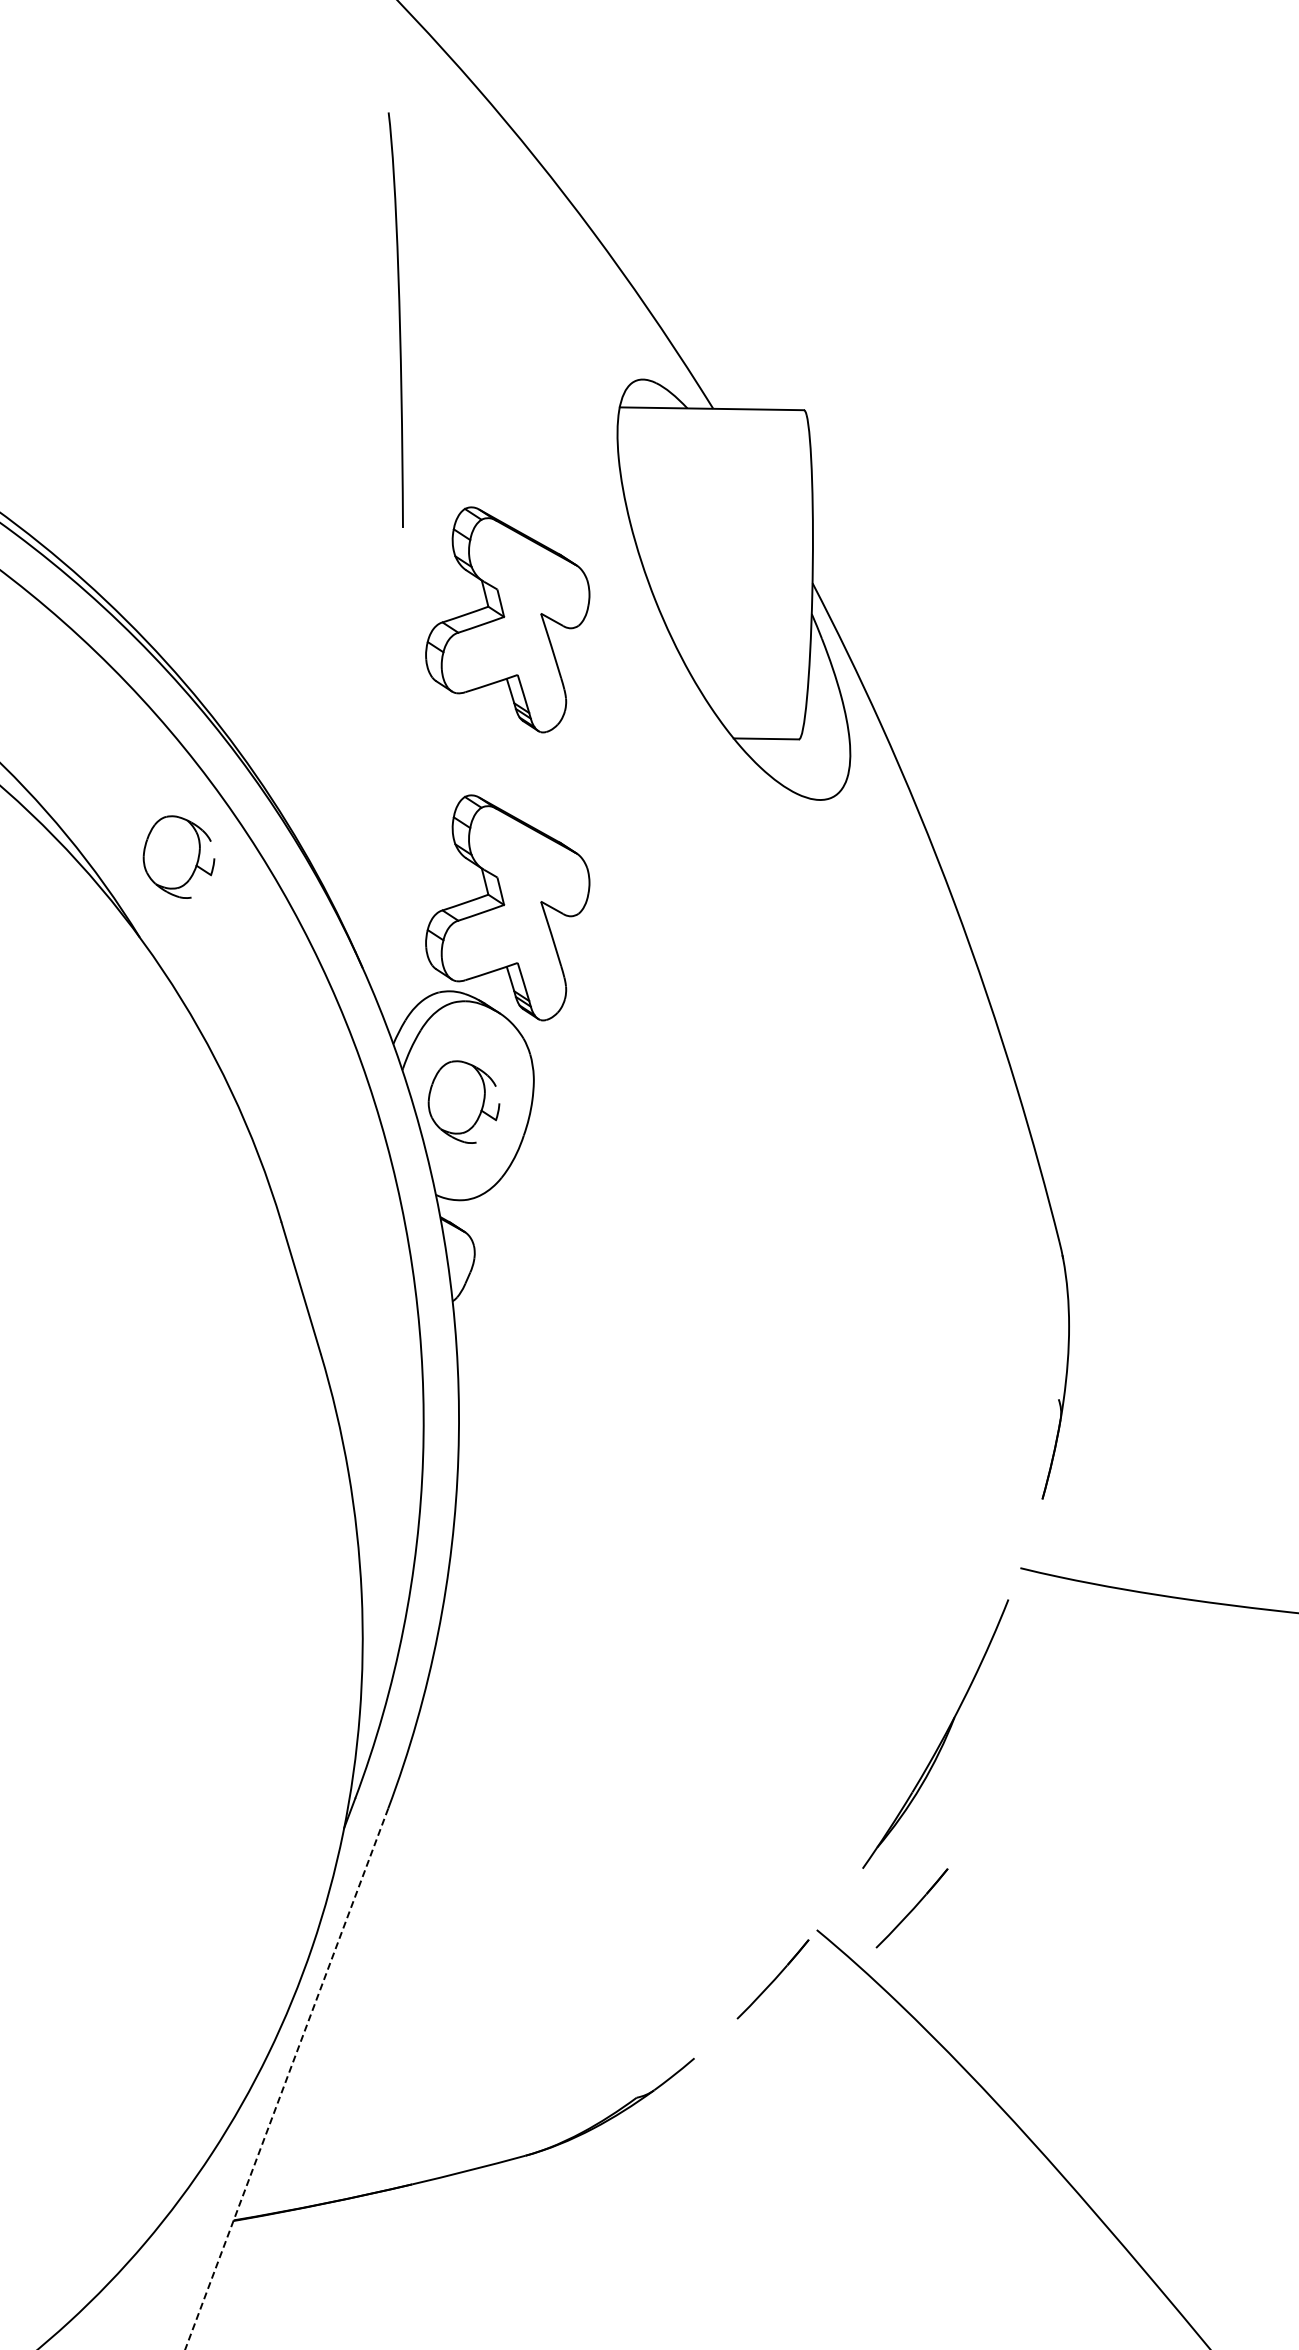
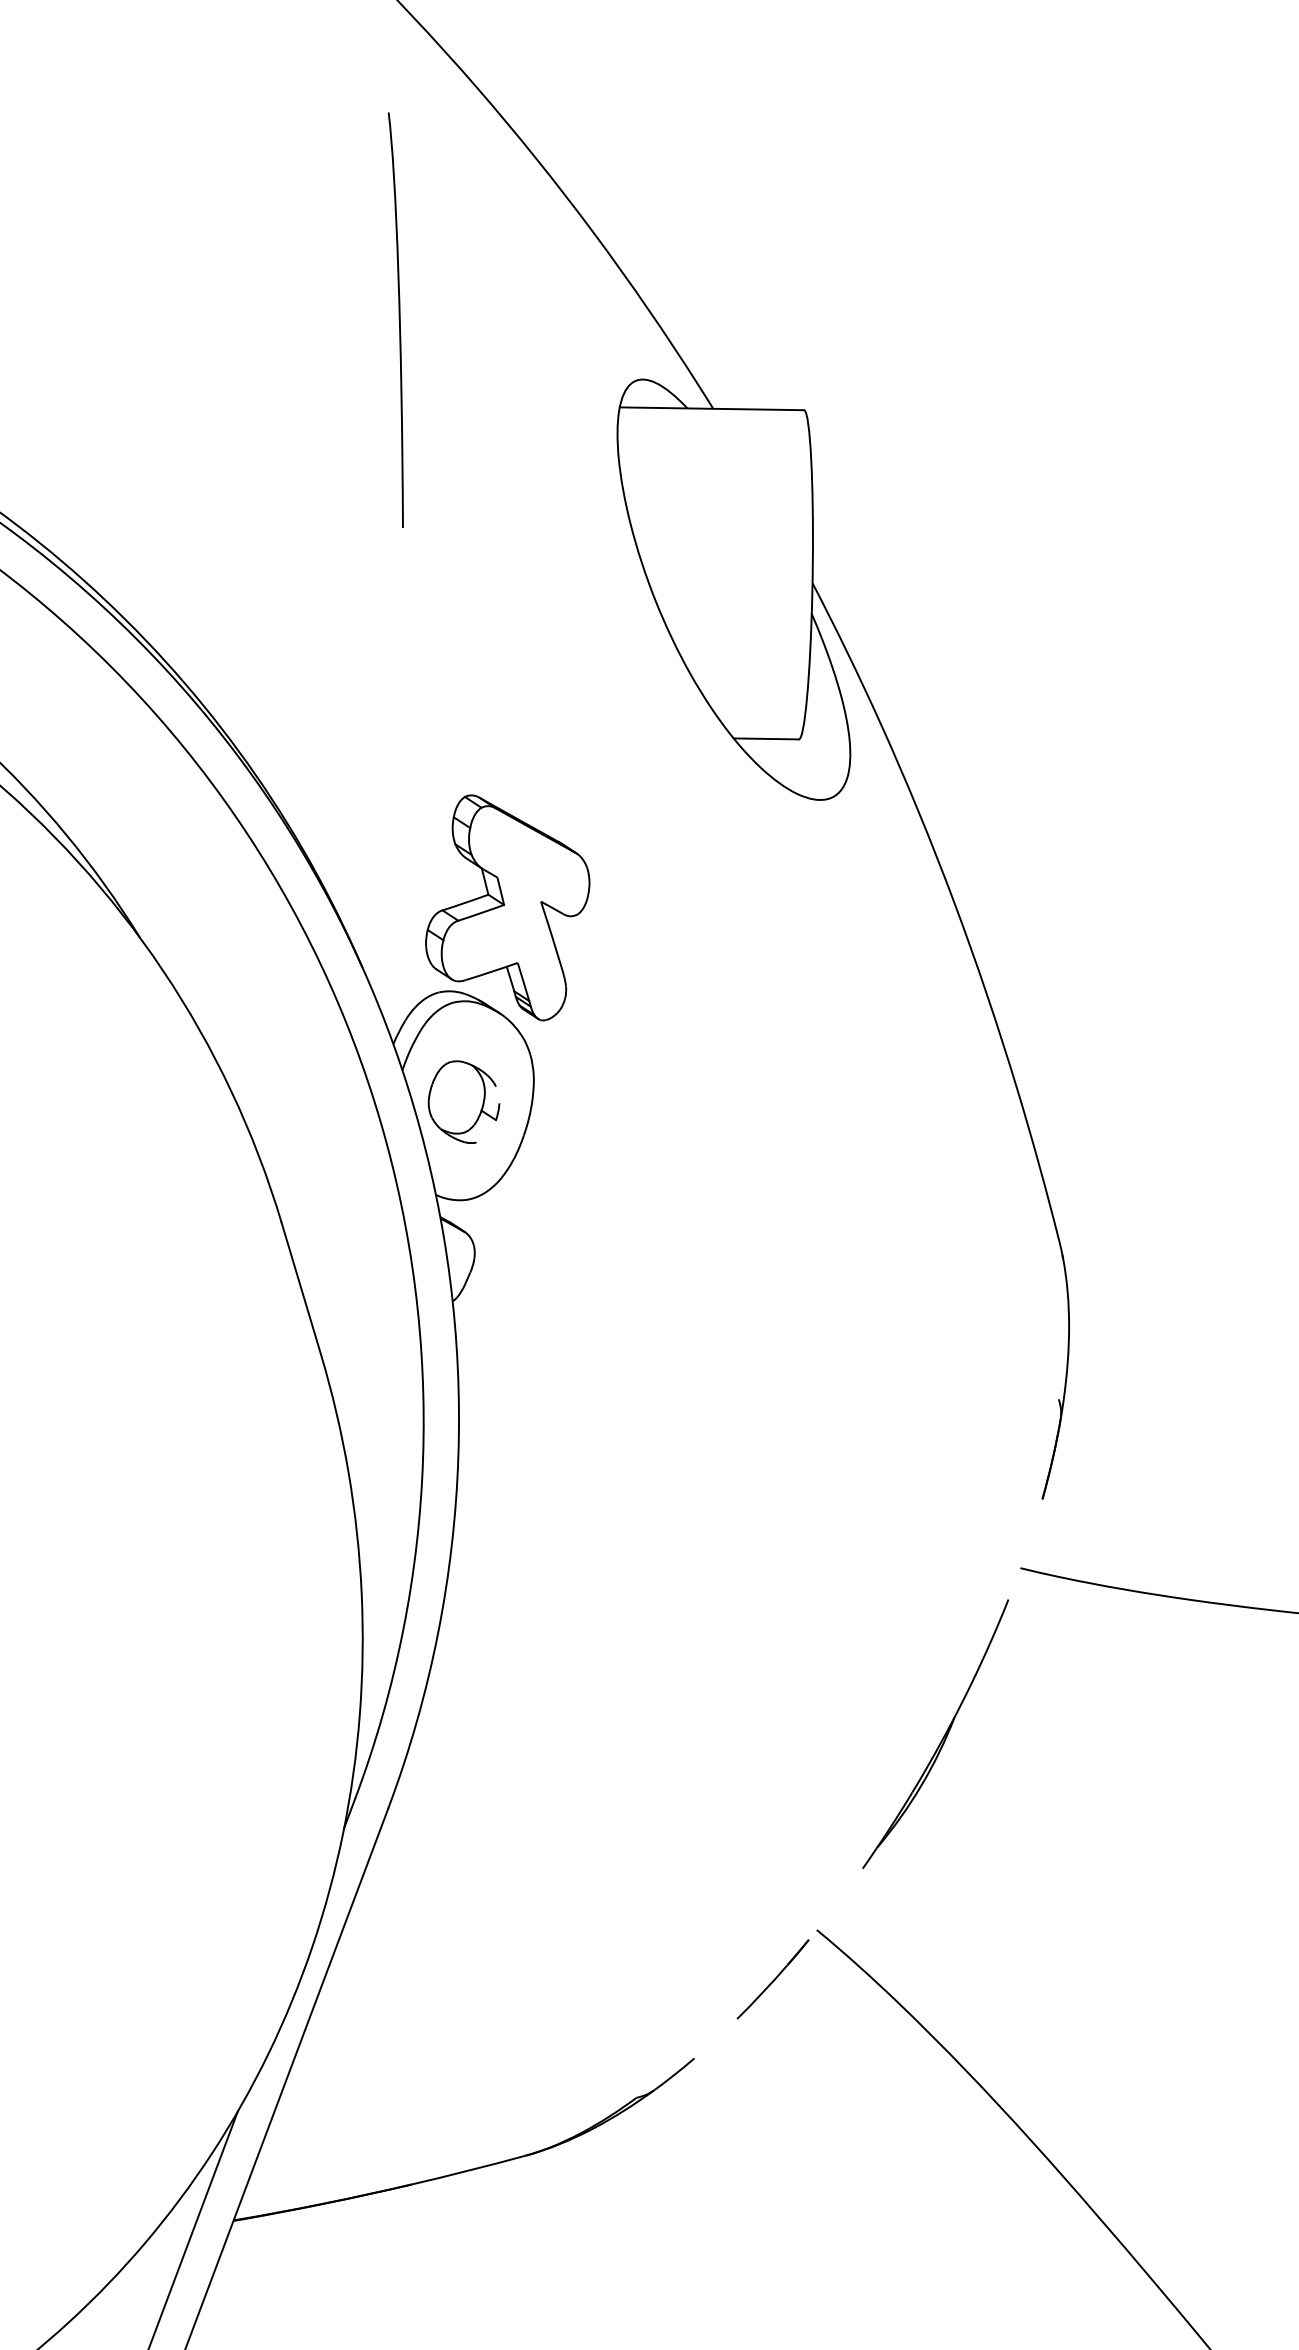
part at (507, 619): present -> none
part at (178, 856): present -> none
part at (911, 1908): present -> none
line at (286, 2078): dashed -> solid
line at (193, 2228): none -> present
